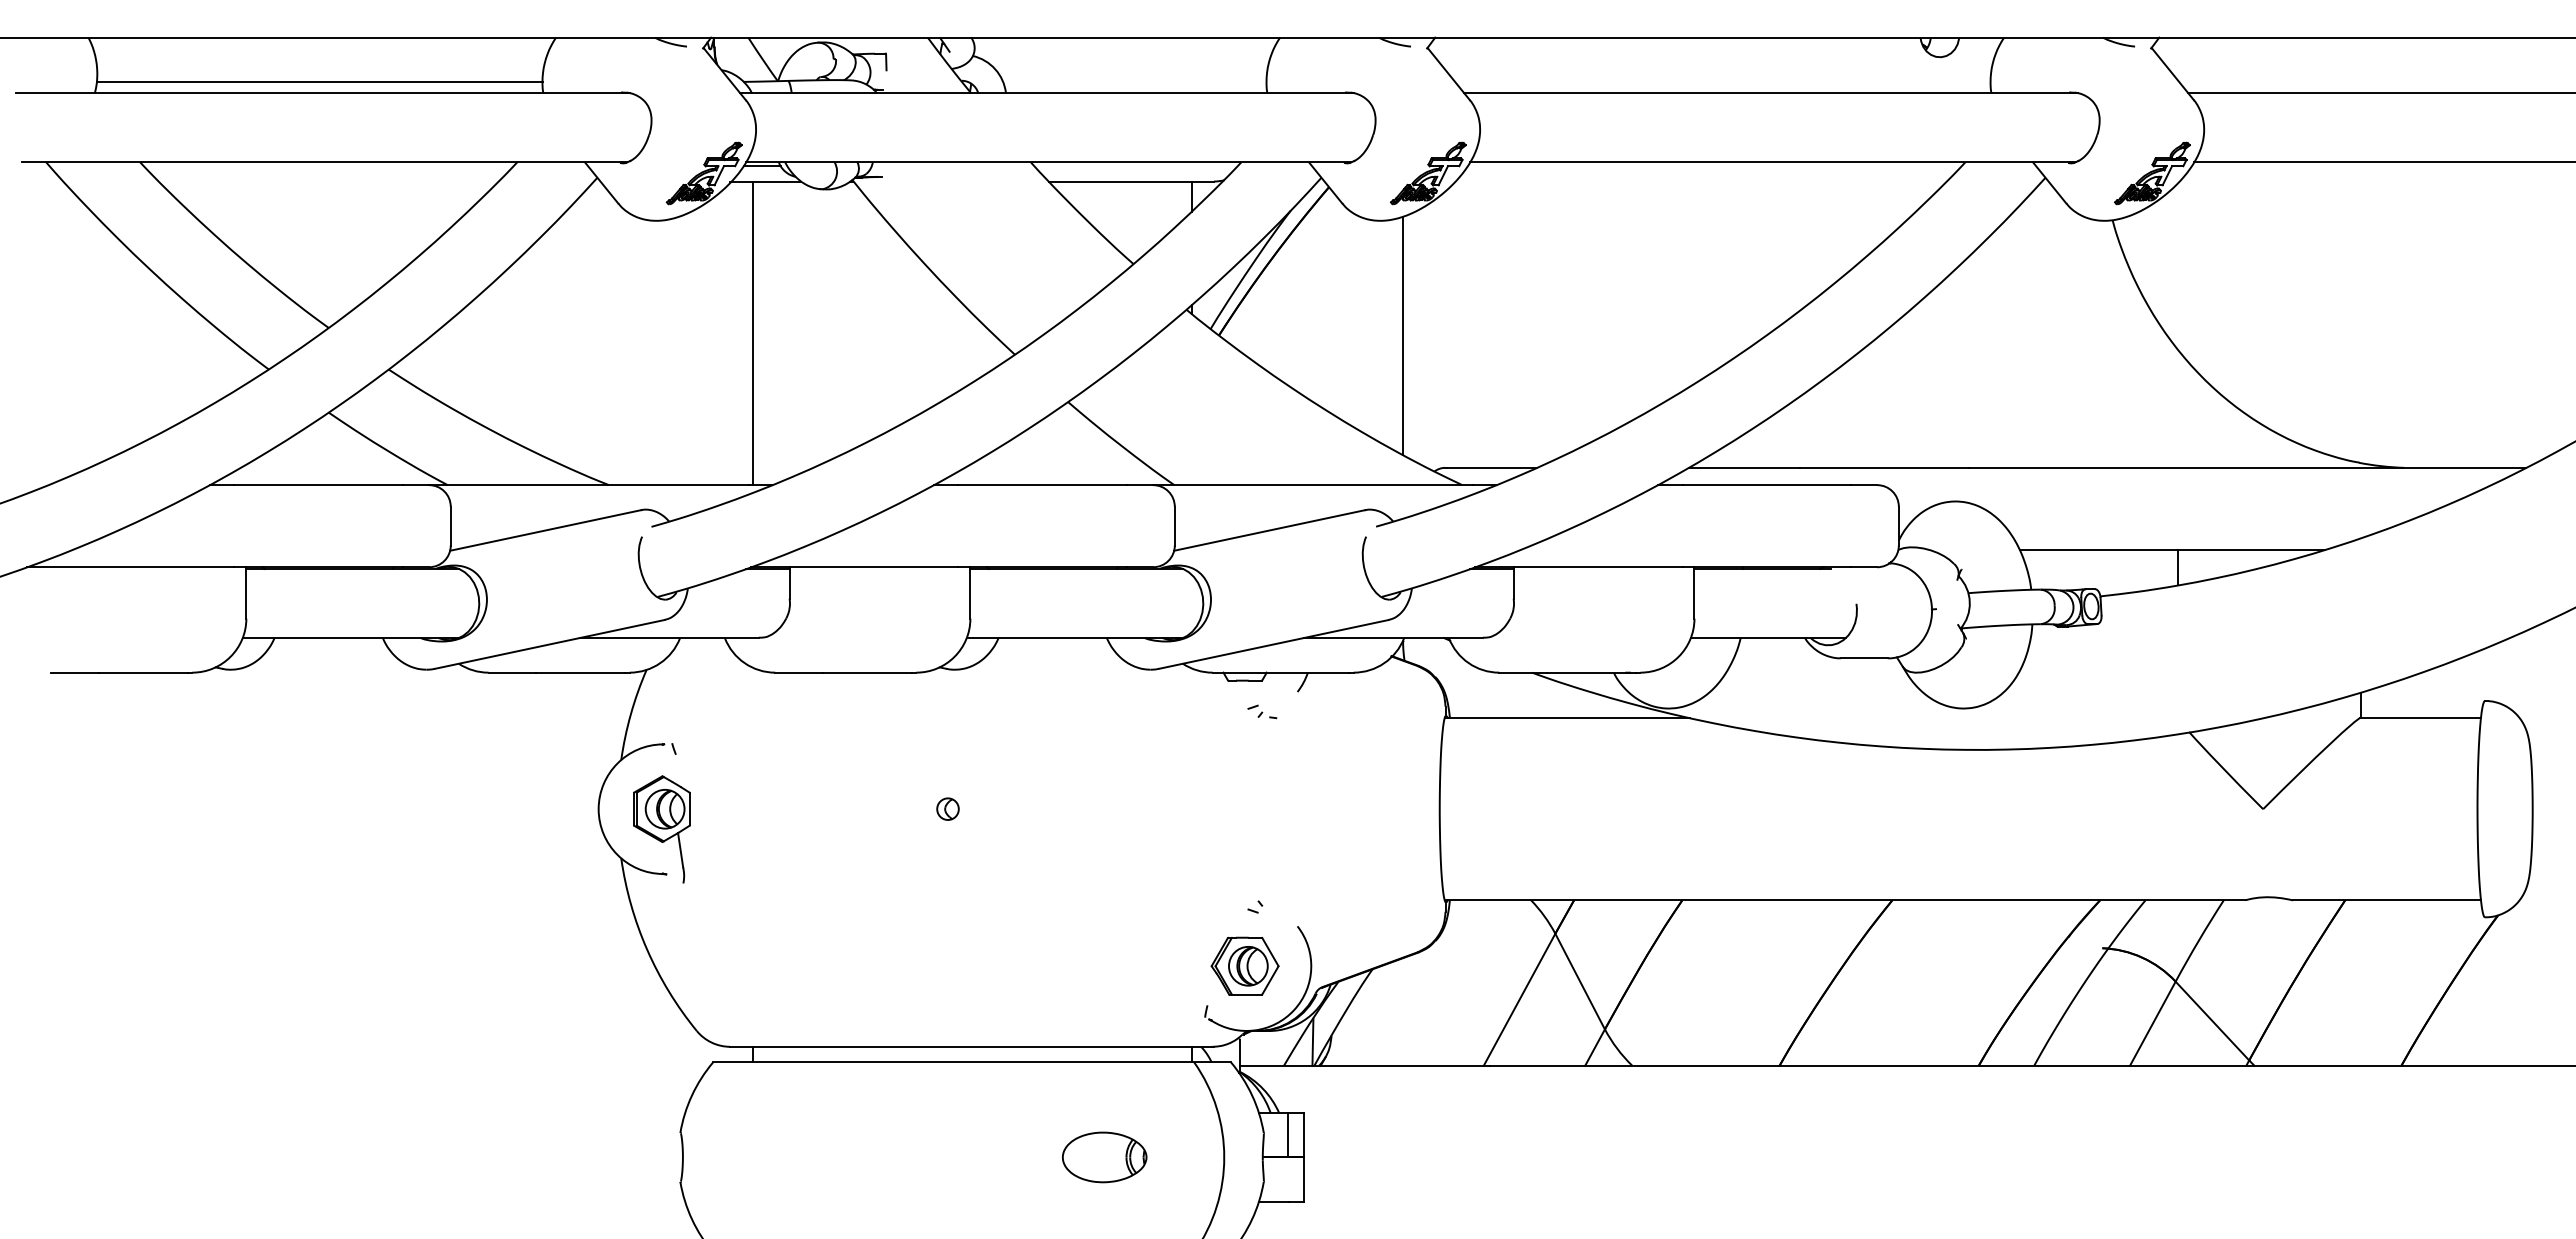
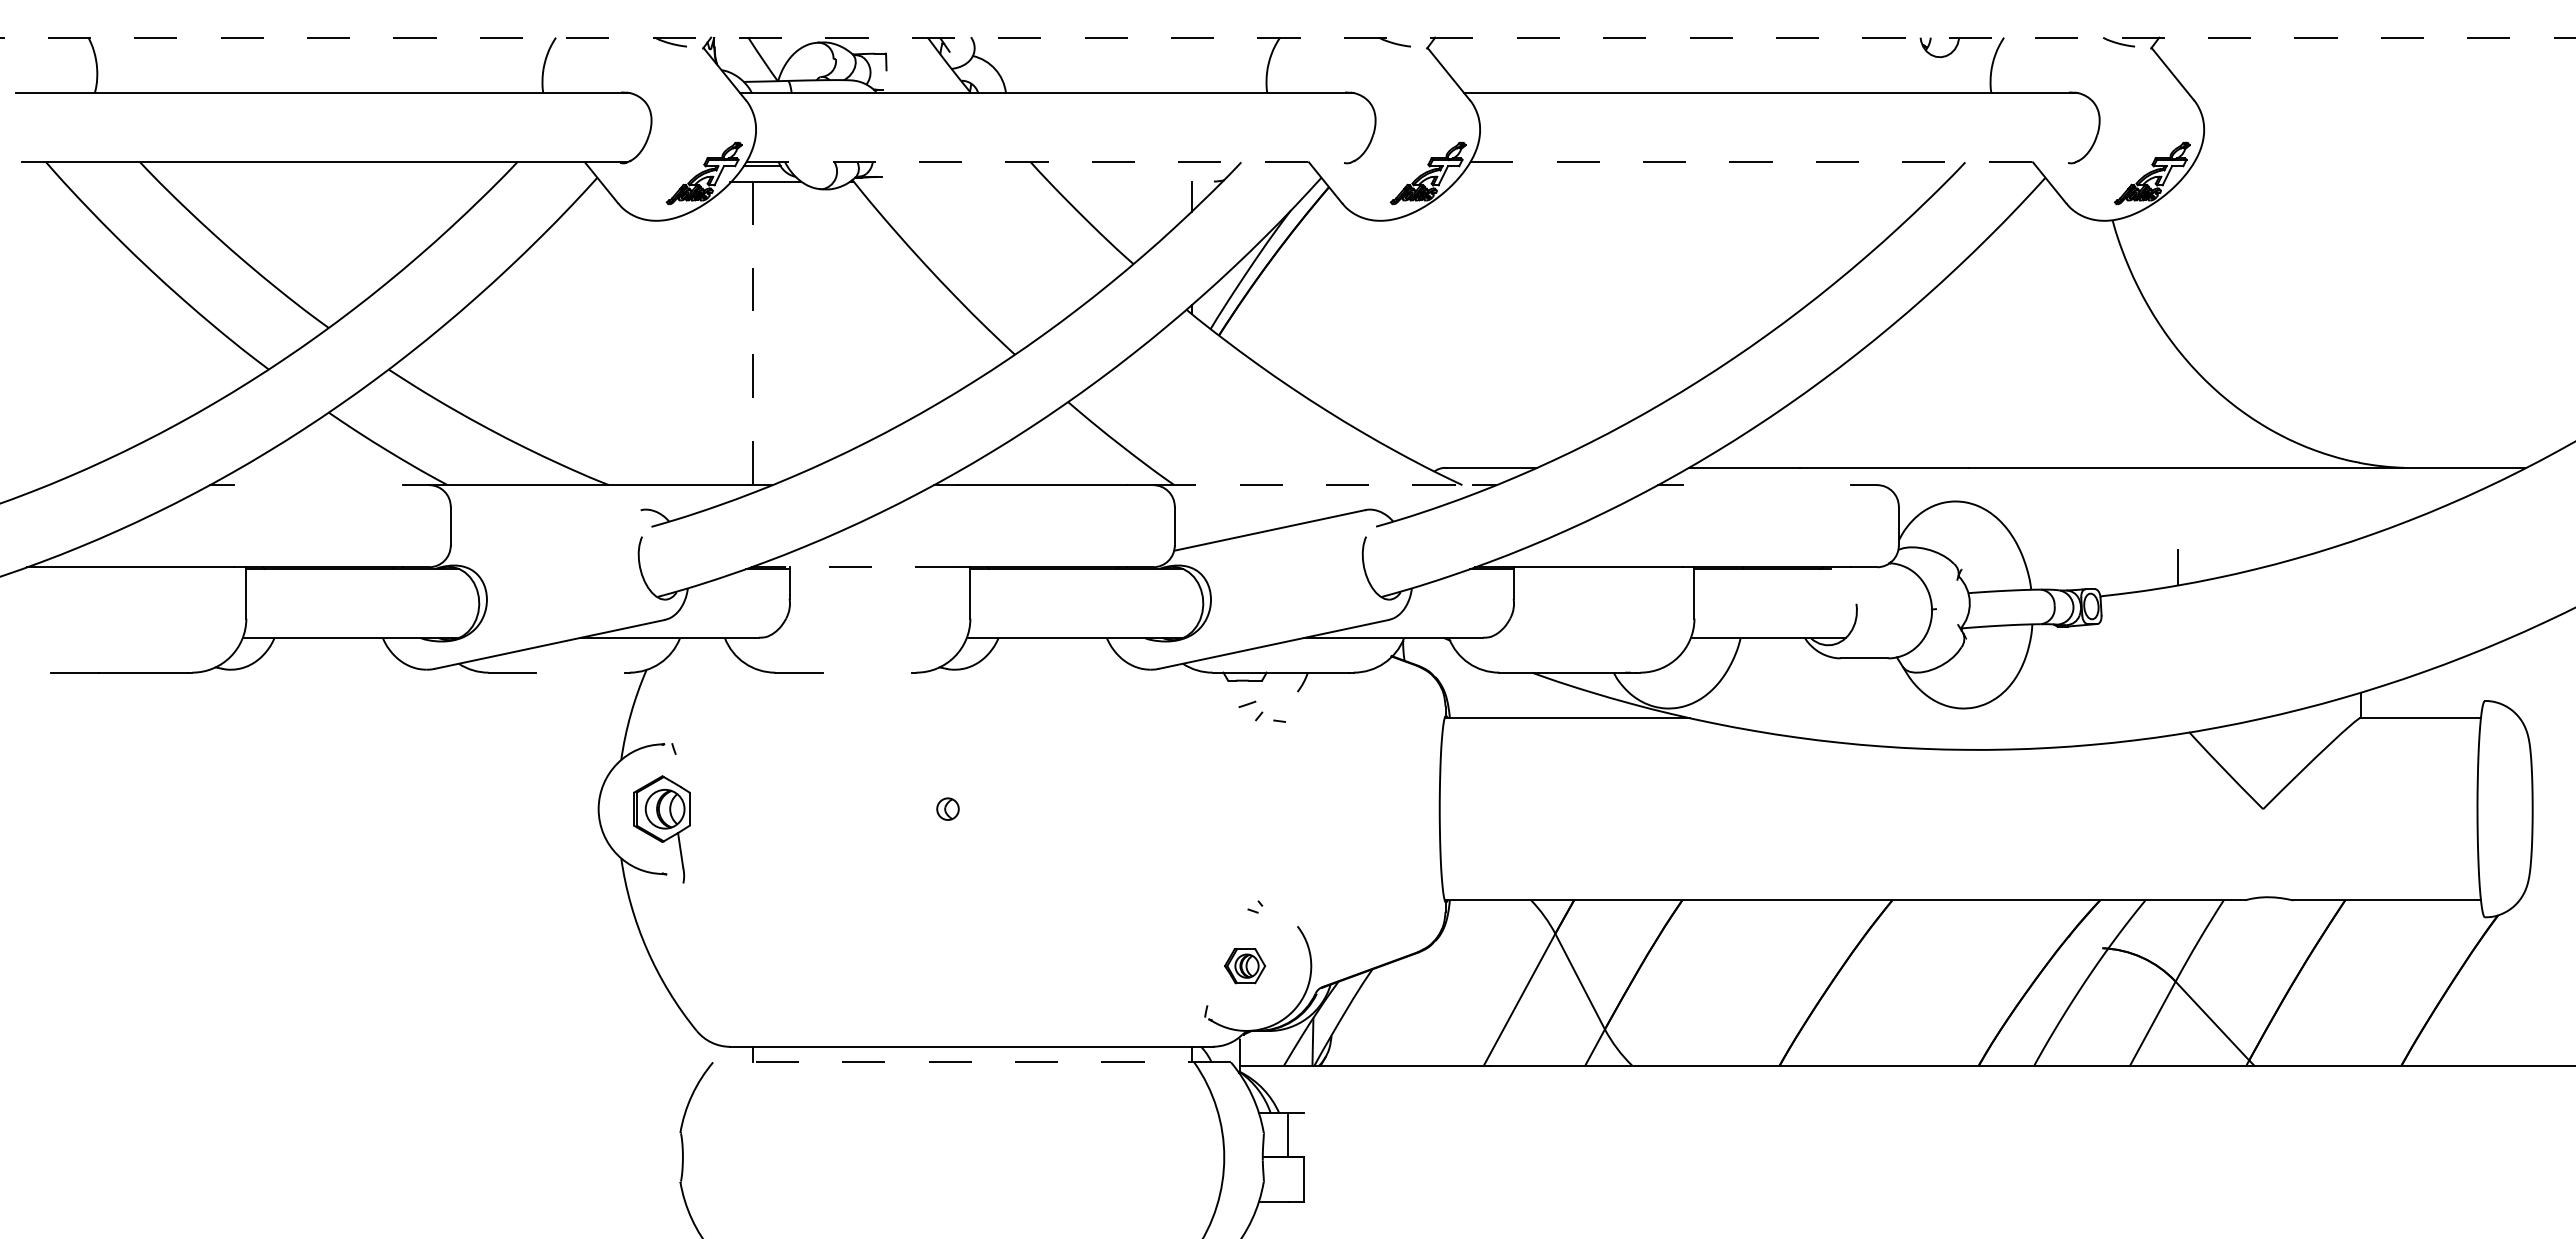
line at (1288, 37): solid -> dashed
line at (319, 82): present -> none
line at (2380, 93): present -> none
line at (1048, 162): solid -> dashed
line at (1772, 162): solid -> dashed
line at (2383, 162): present -> none
line at (1131, 181): present -> none
line at (752, 333): solid -> dashed
line at (1403, 335): present -> none
line at (318, 485): present -> none
line at (1312, 485): solid -> dashed
line at (1766, 485): present -> none
line at (545, 530): present -> none
line at (2172, 549): present -> none
line at (854, 567): solid -> dashed
line at (580, 672): present -> none
line at (866, 672): present -> none
part at (1262, 711) size: 31x16 px -> 48x23 px
part at (1244, 965) size: 70x60 px -> 43x37 px
line at (972, 1062): solid -> dashed
line at (1304, 1135): present -> none
part at (1104, 1157): present -> none
